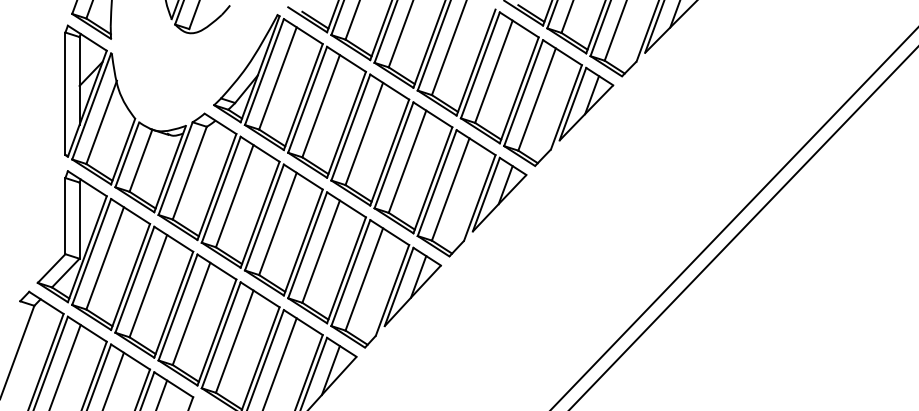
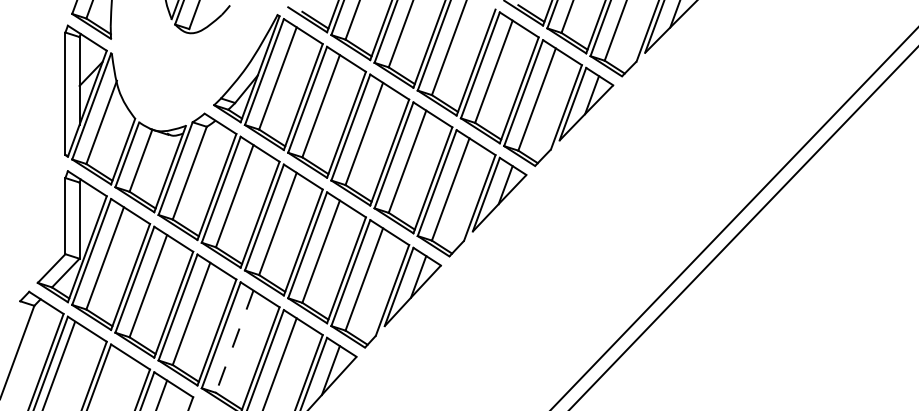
line at (234, 342): solid -> dashed
line at (65, 365) position: (65, 365) -> (58, 364)
line at (113, 379): present -> none
